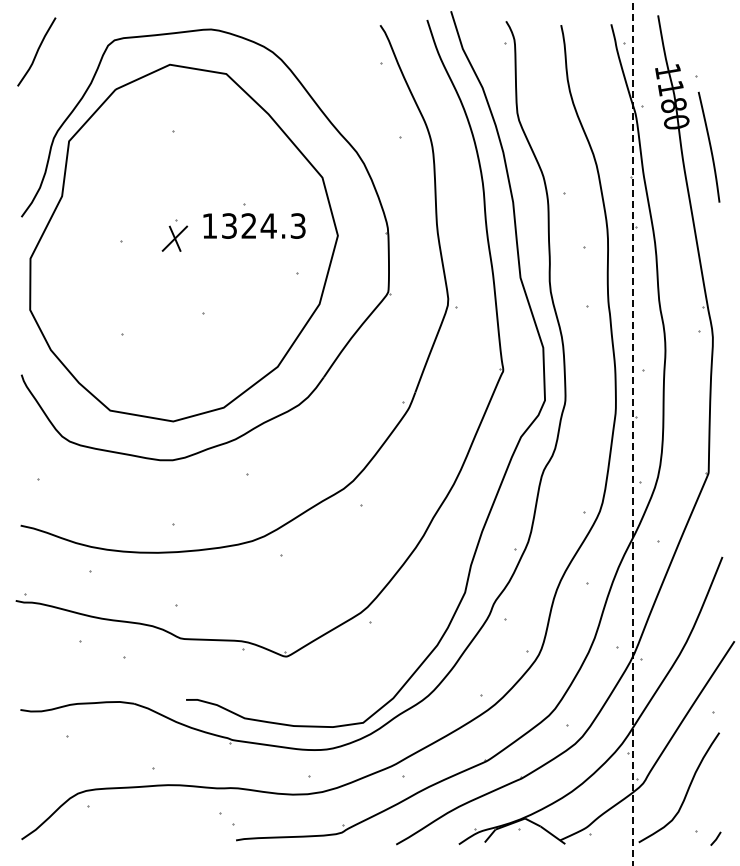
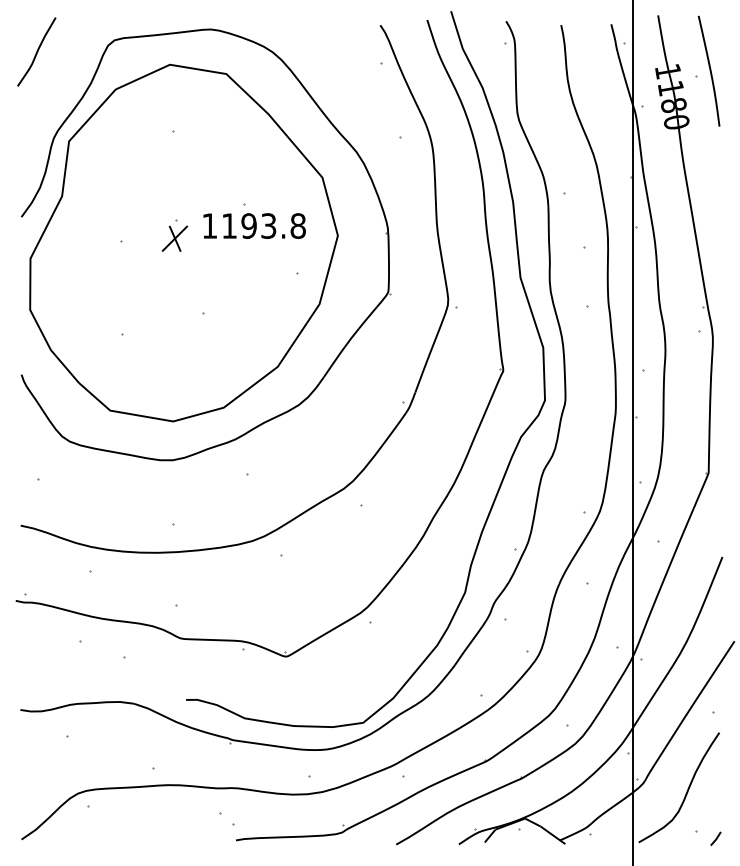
curve at (709, 146) position: (709, 146) -> (709, 70)
text at (263, 225): 1324.3 -> 1193.8
line at (633, 431): dashed -> solid
